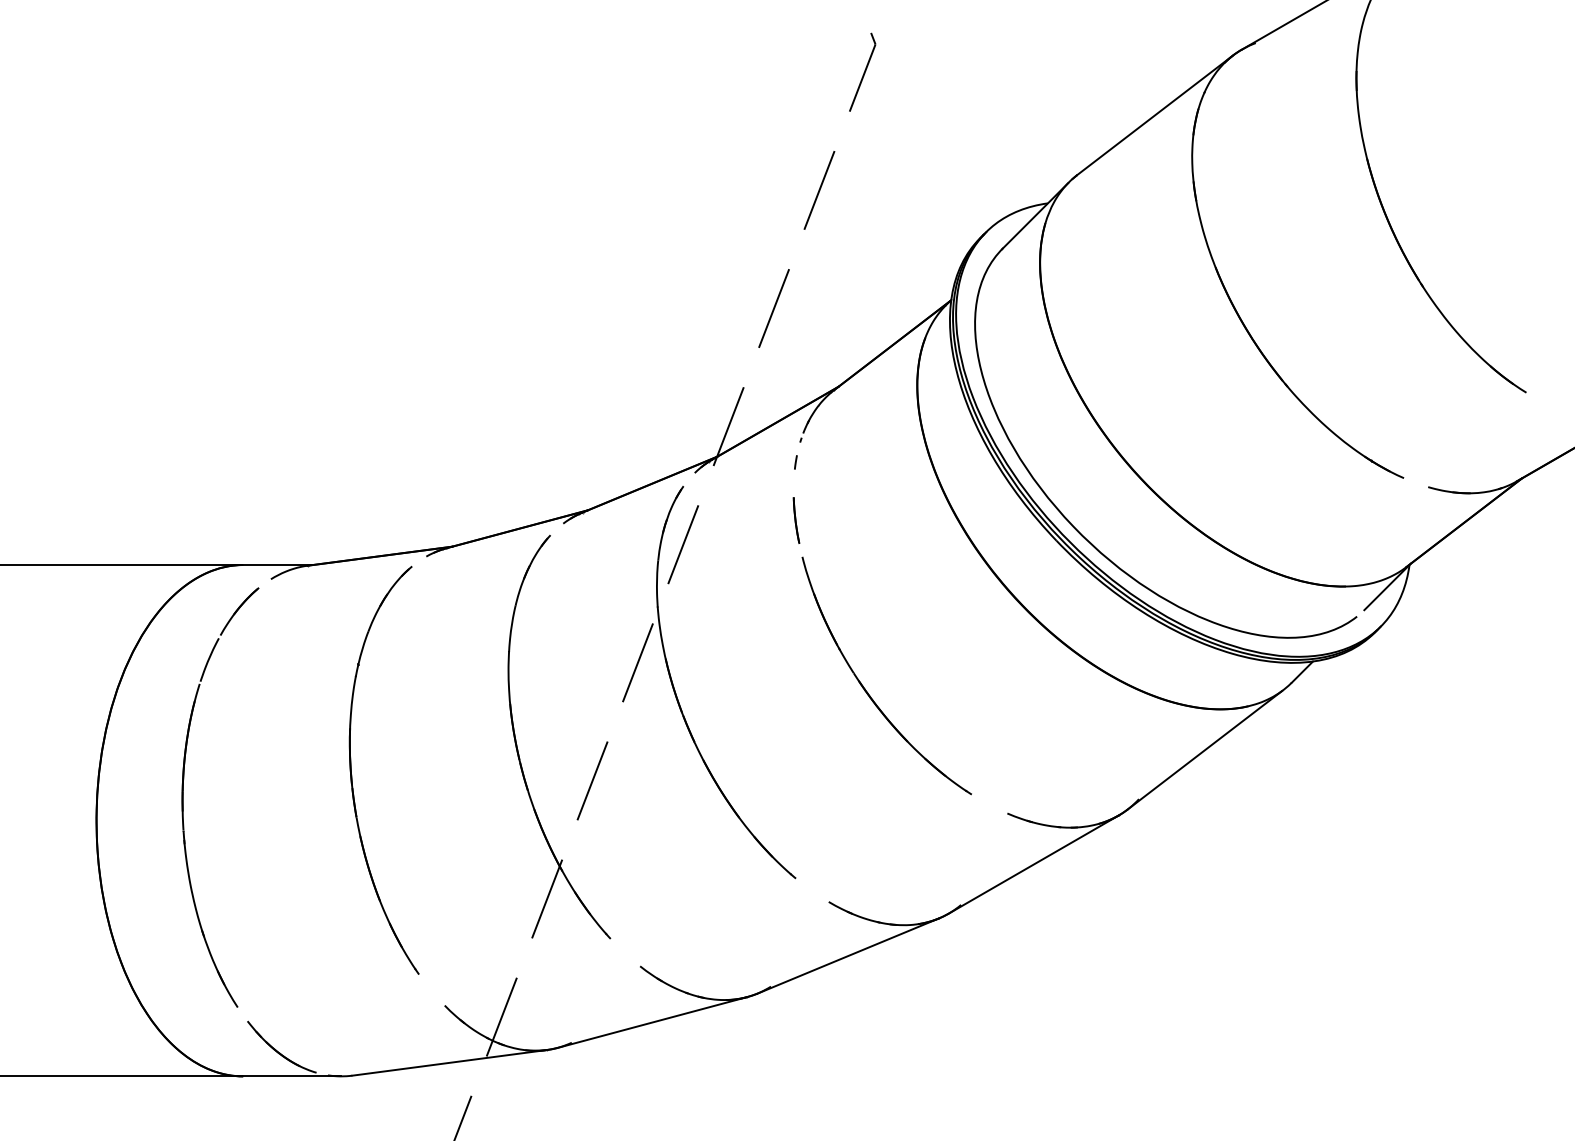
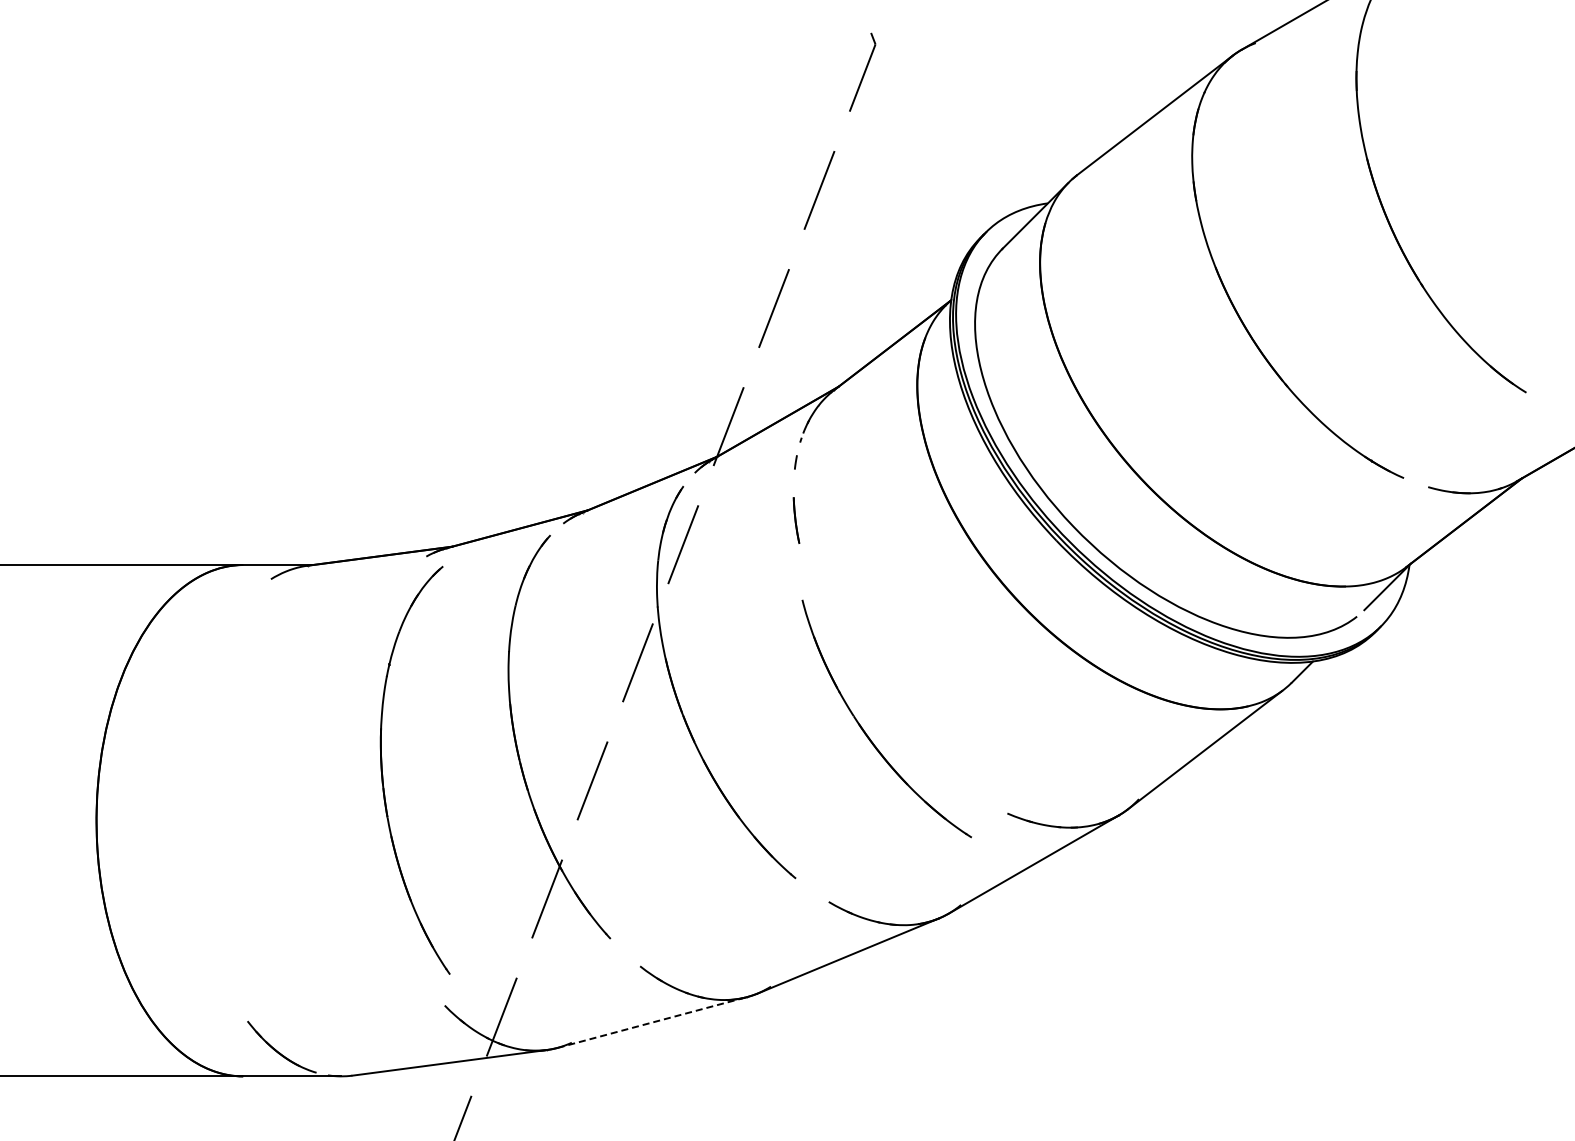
part at (865, 688) position: (865, 688) -> (865, 731)
part at (352, 775) position: (352, 775) -> (383, 775)
part at (183, 797): present -> none
line at (652, 1022): solid -> dashed
